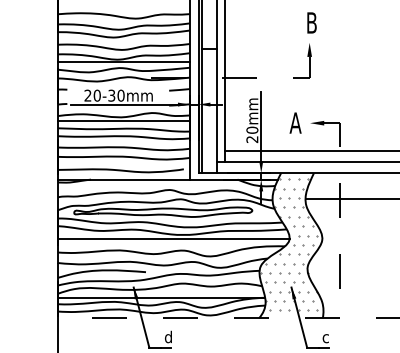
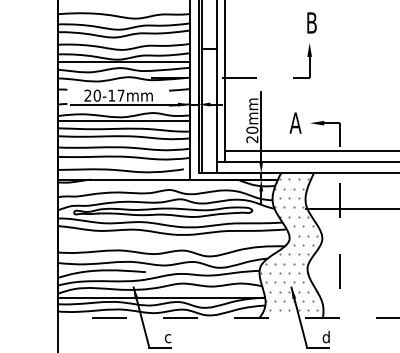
text at (116, 95): 20-30mm -> 20-17mm
line at (350, 198) position: (350, 198) -> (350, 208)
line at (173, 238): present -> none
text at (168, 336): d -> c
text at (326, 336): c -> d
